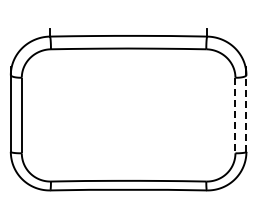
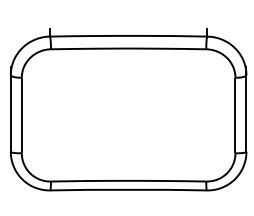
line at (246, 112): dashed -> solid
line at (235, 115): dashed -> solid
